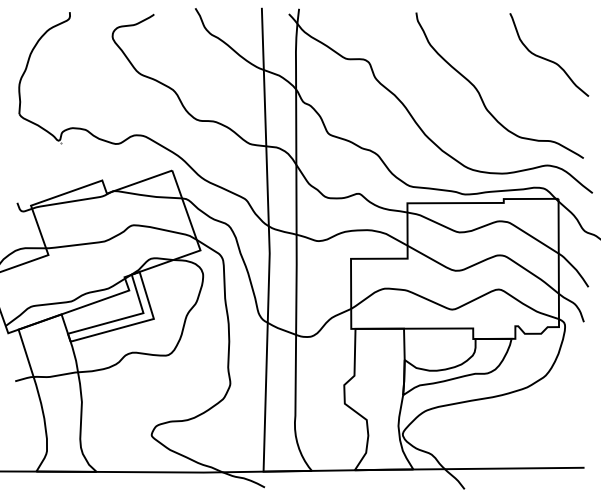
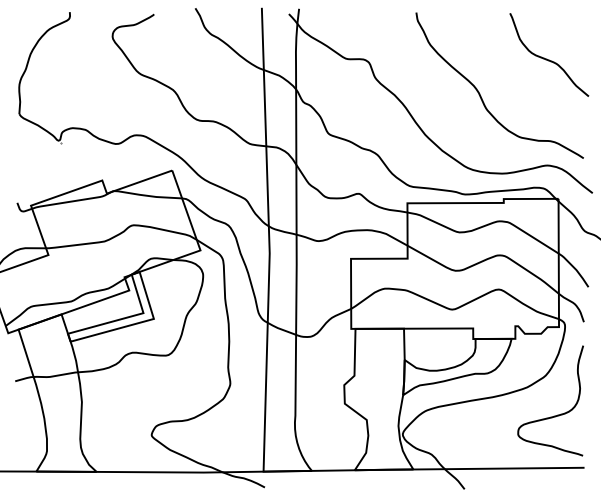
curve at (554, 415): none -> present
